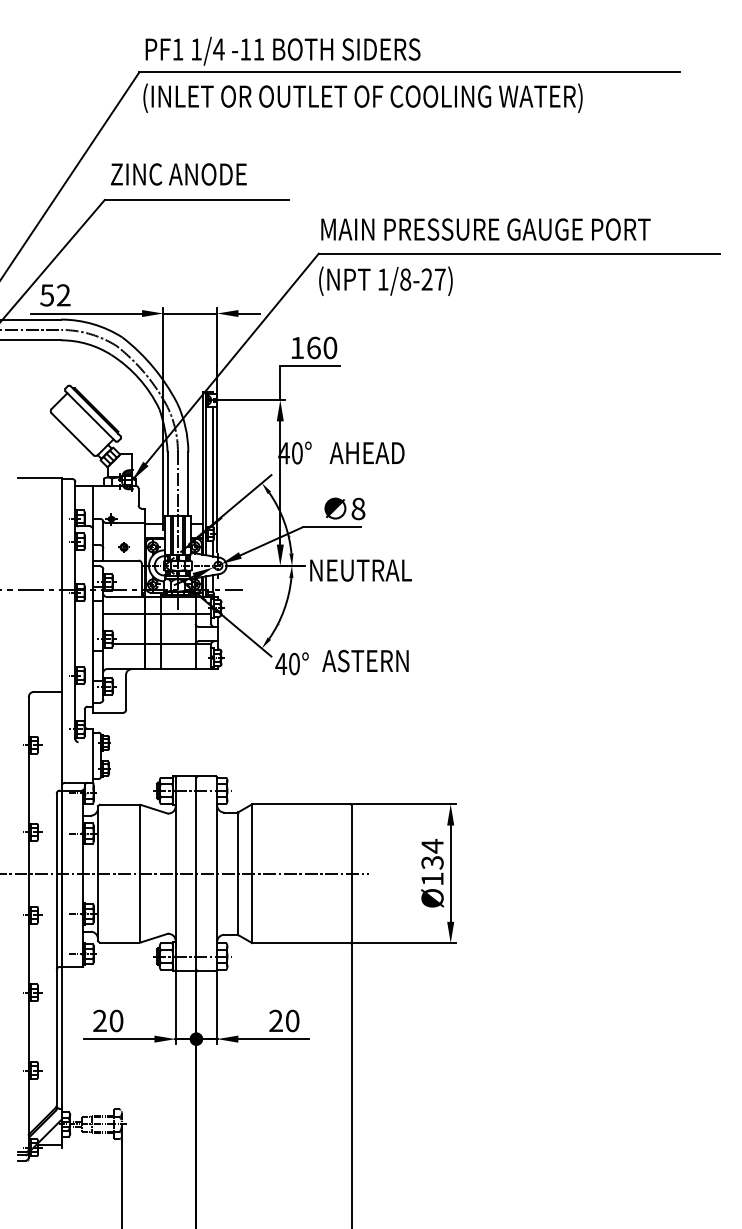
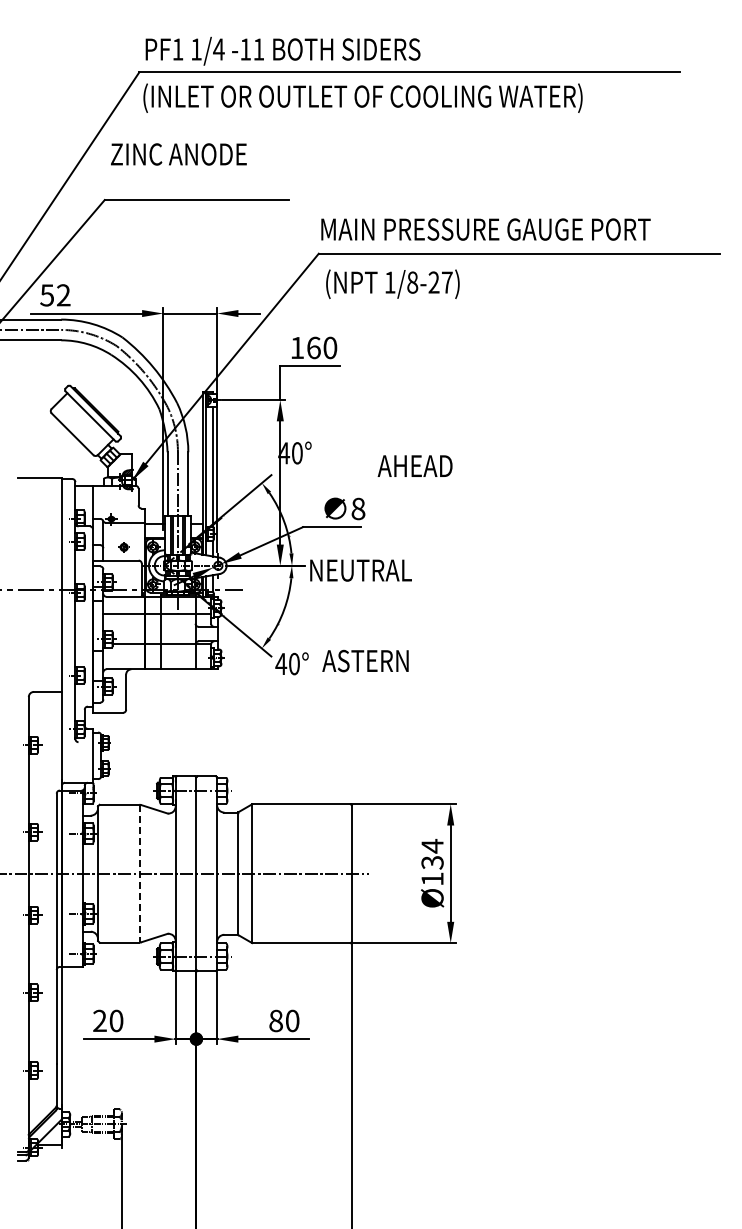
text at (178, 174) position: (178, 174) -> (178, 154)
text at (385, 280) position: (385, 280) -> (392, 283)
text at (366, 452) position: (366, 452) -> (414, 465)
line at (140, 873): solid -> dashed
text at (275, 1020): 20 -> 80
